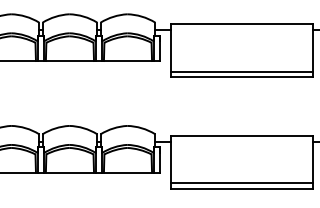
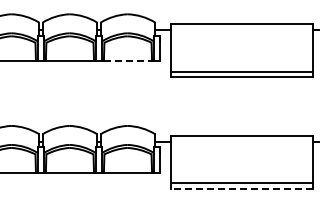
line at (128, 61): solid -> dashed
line at (242, 189): solid -> dashed
